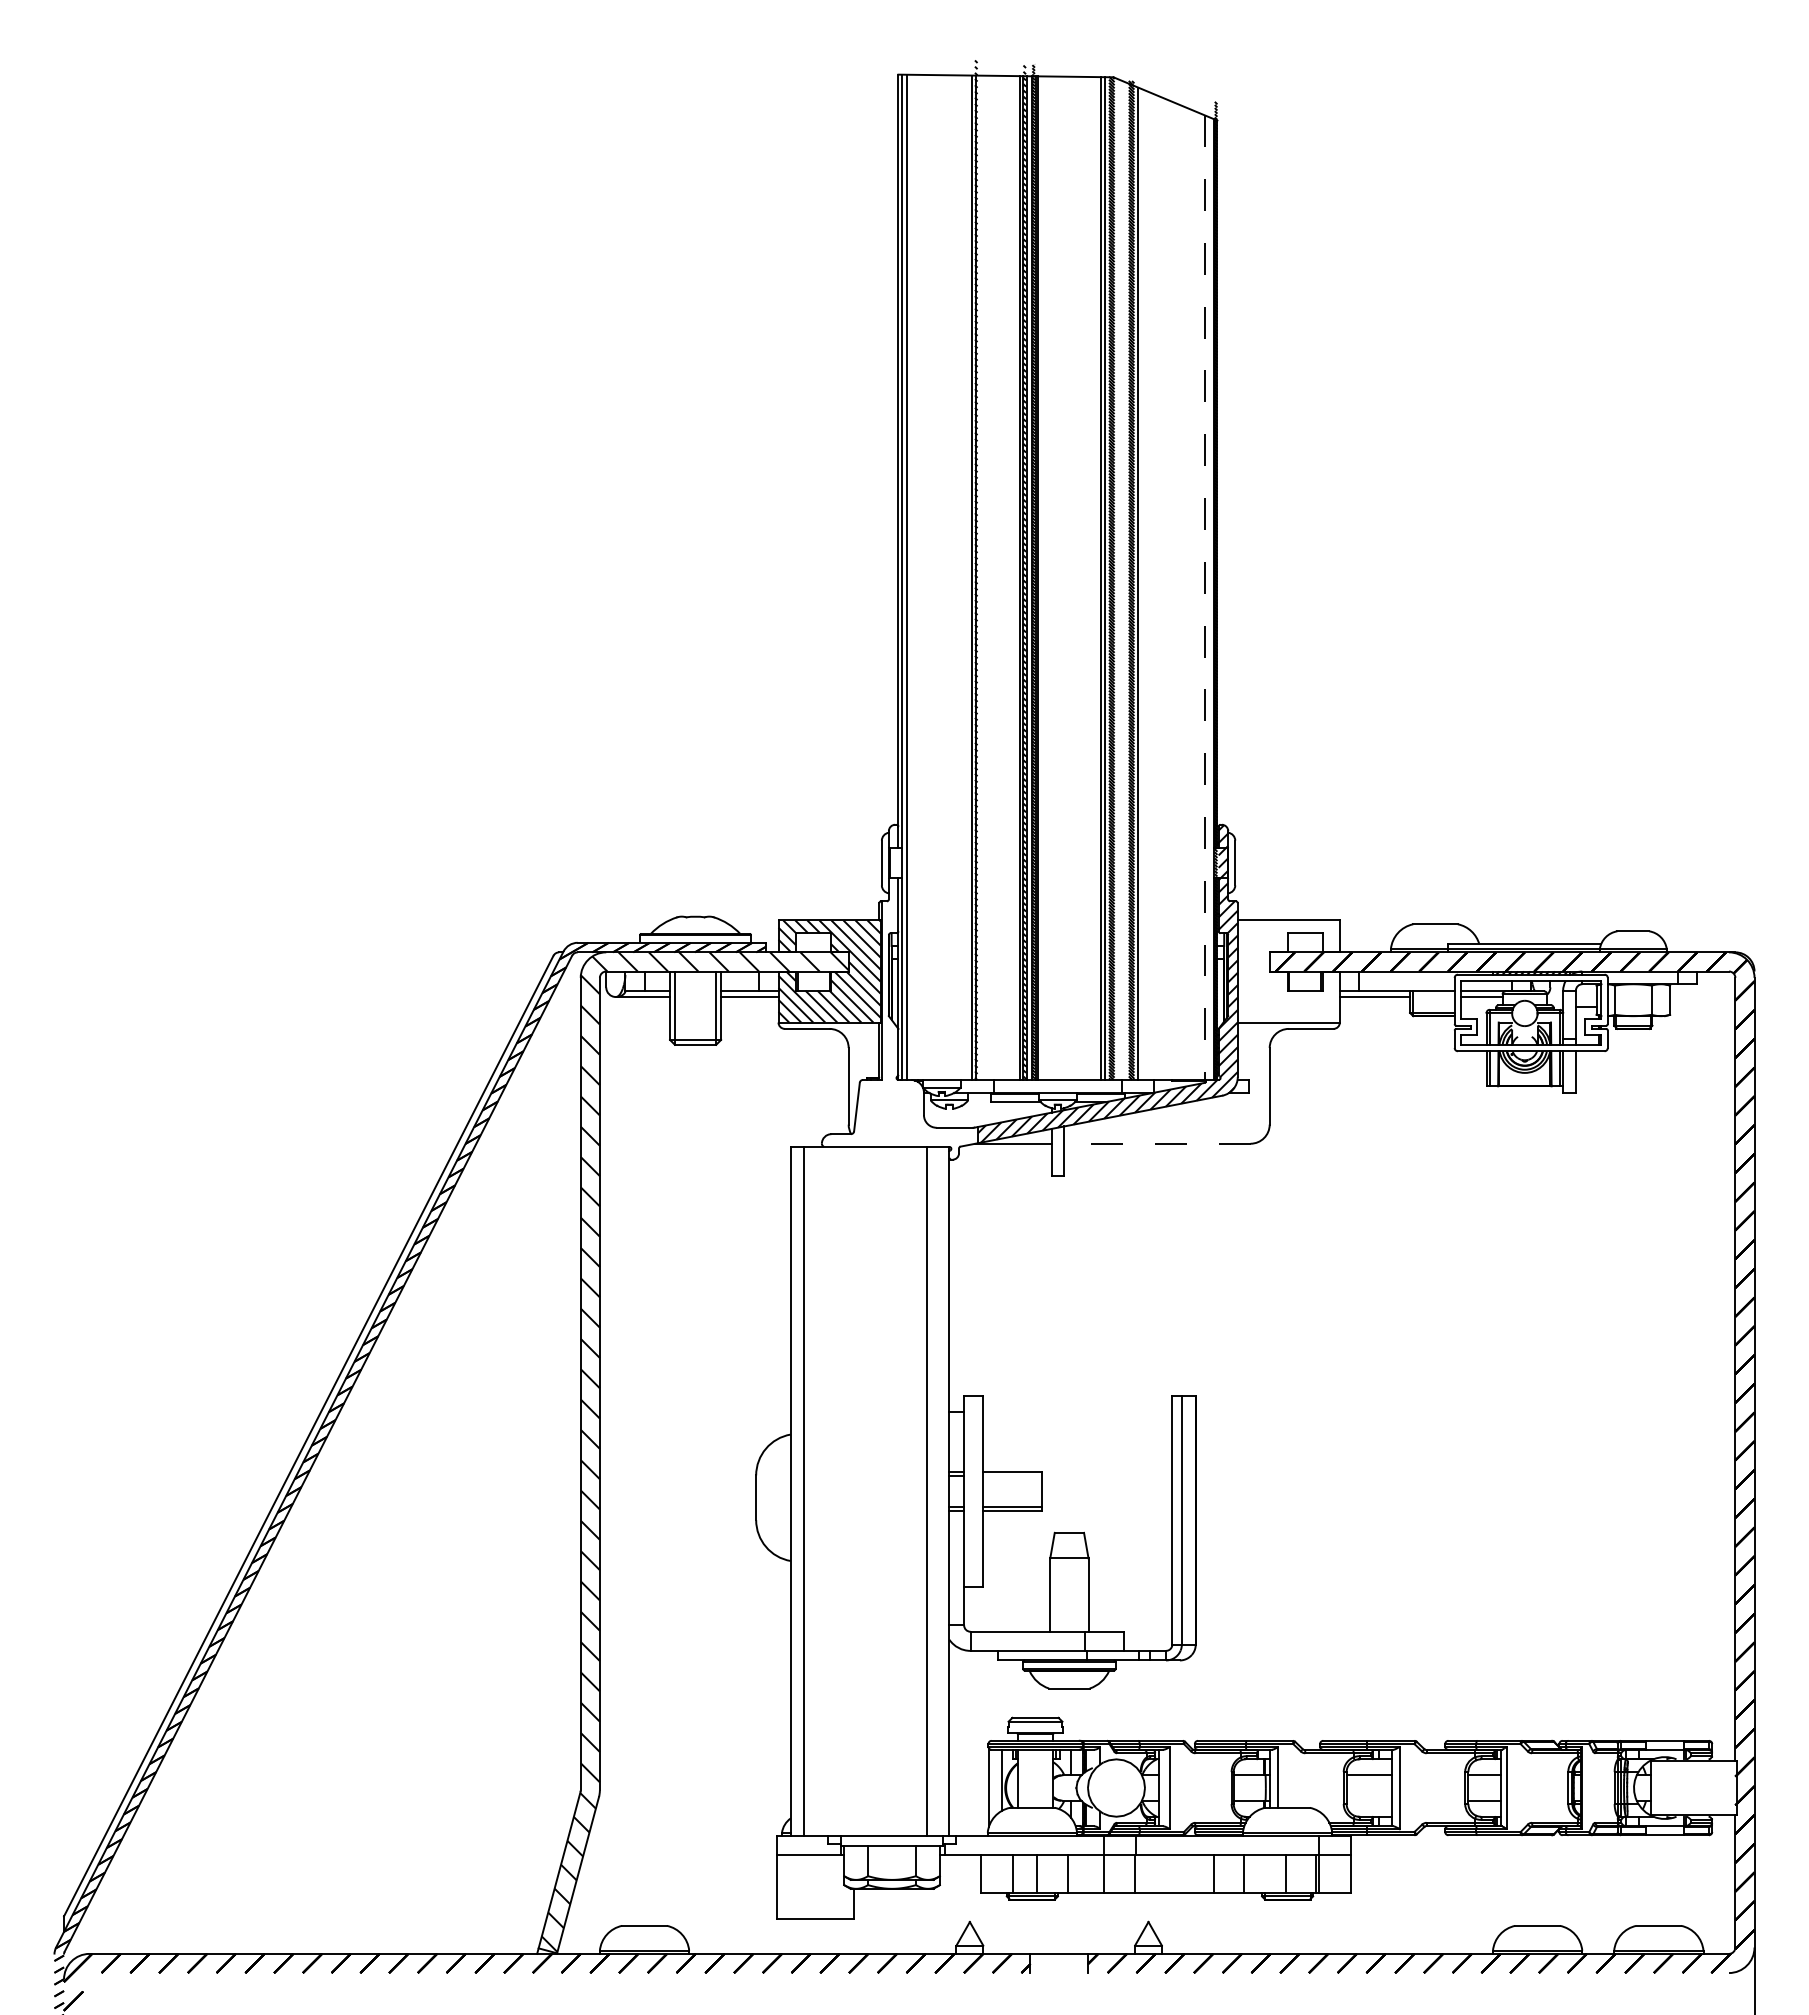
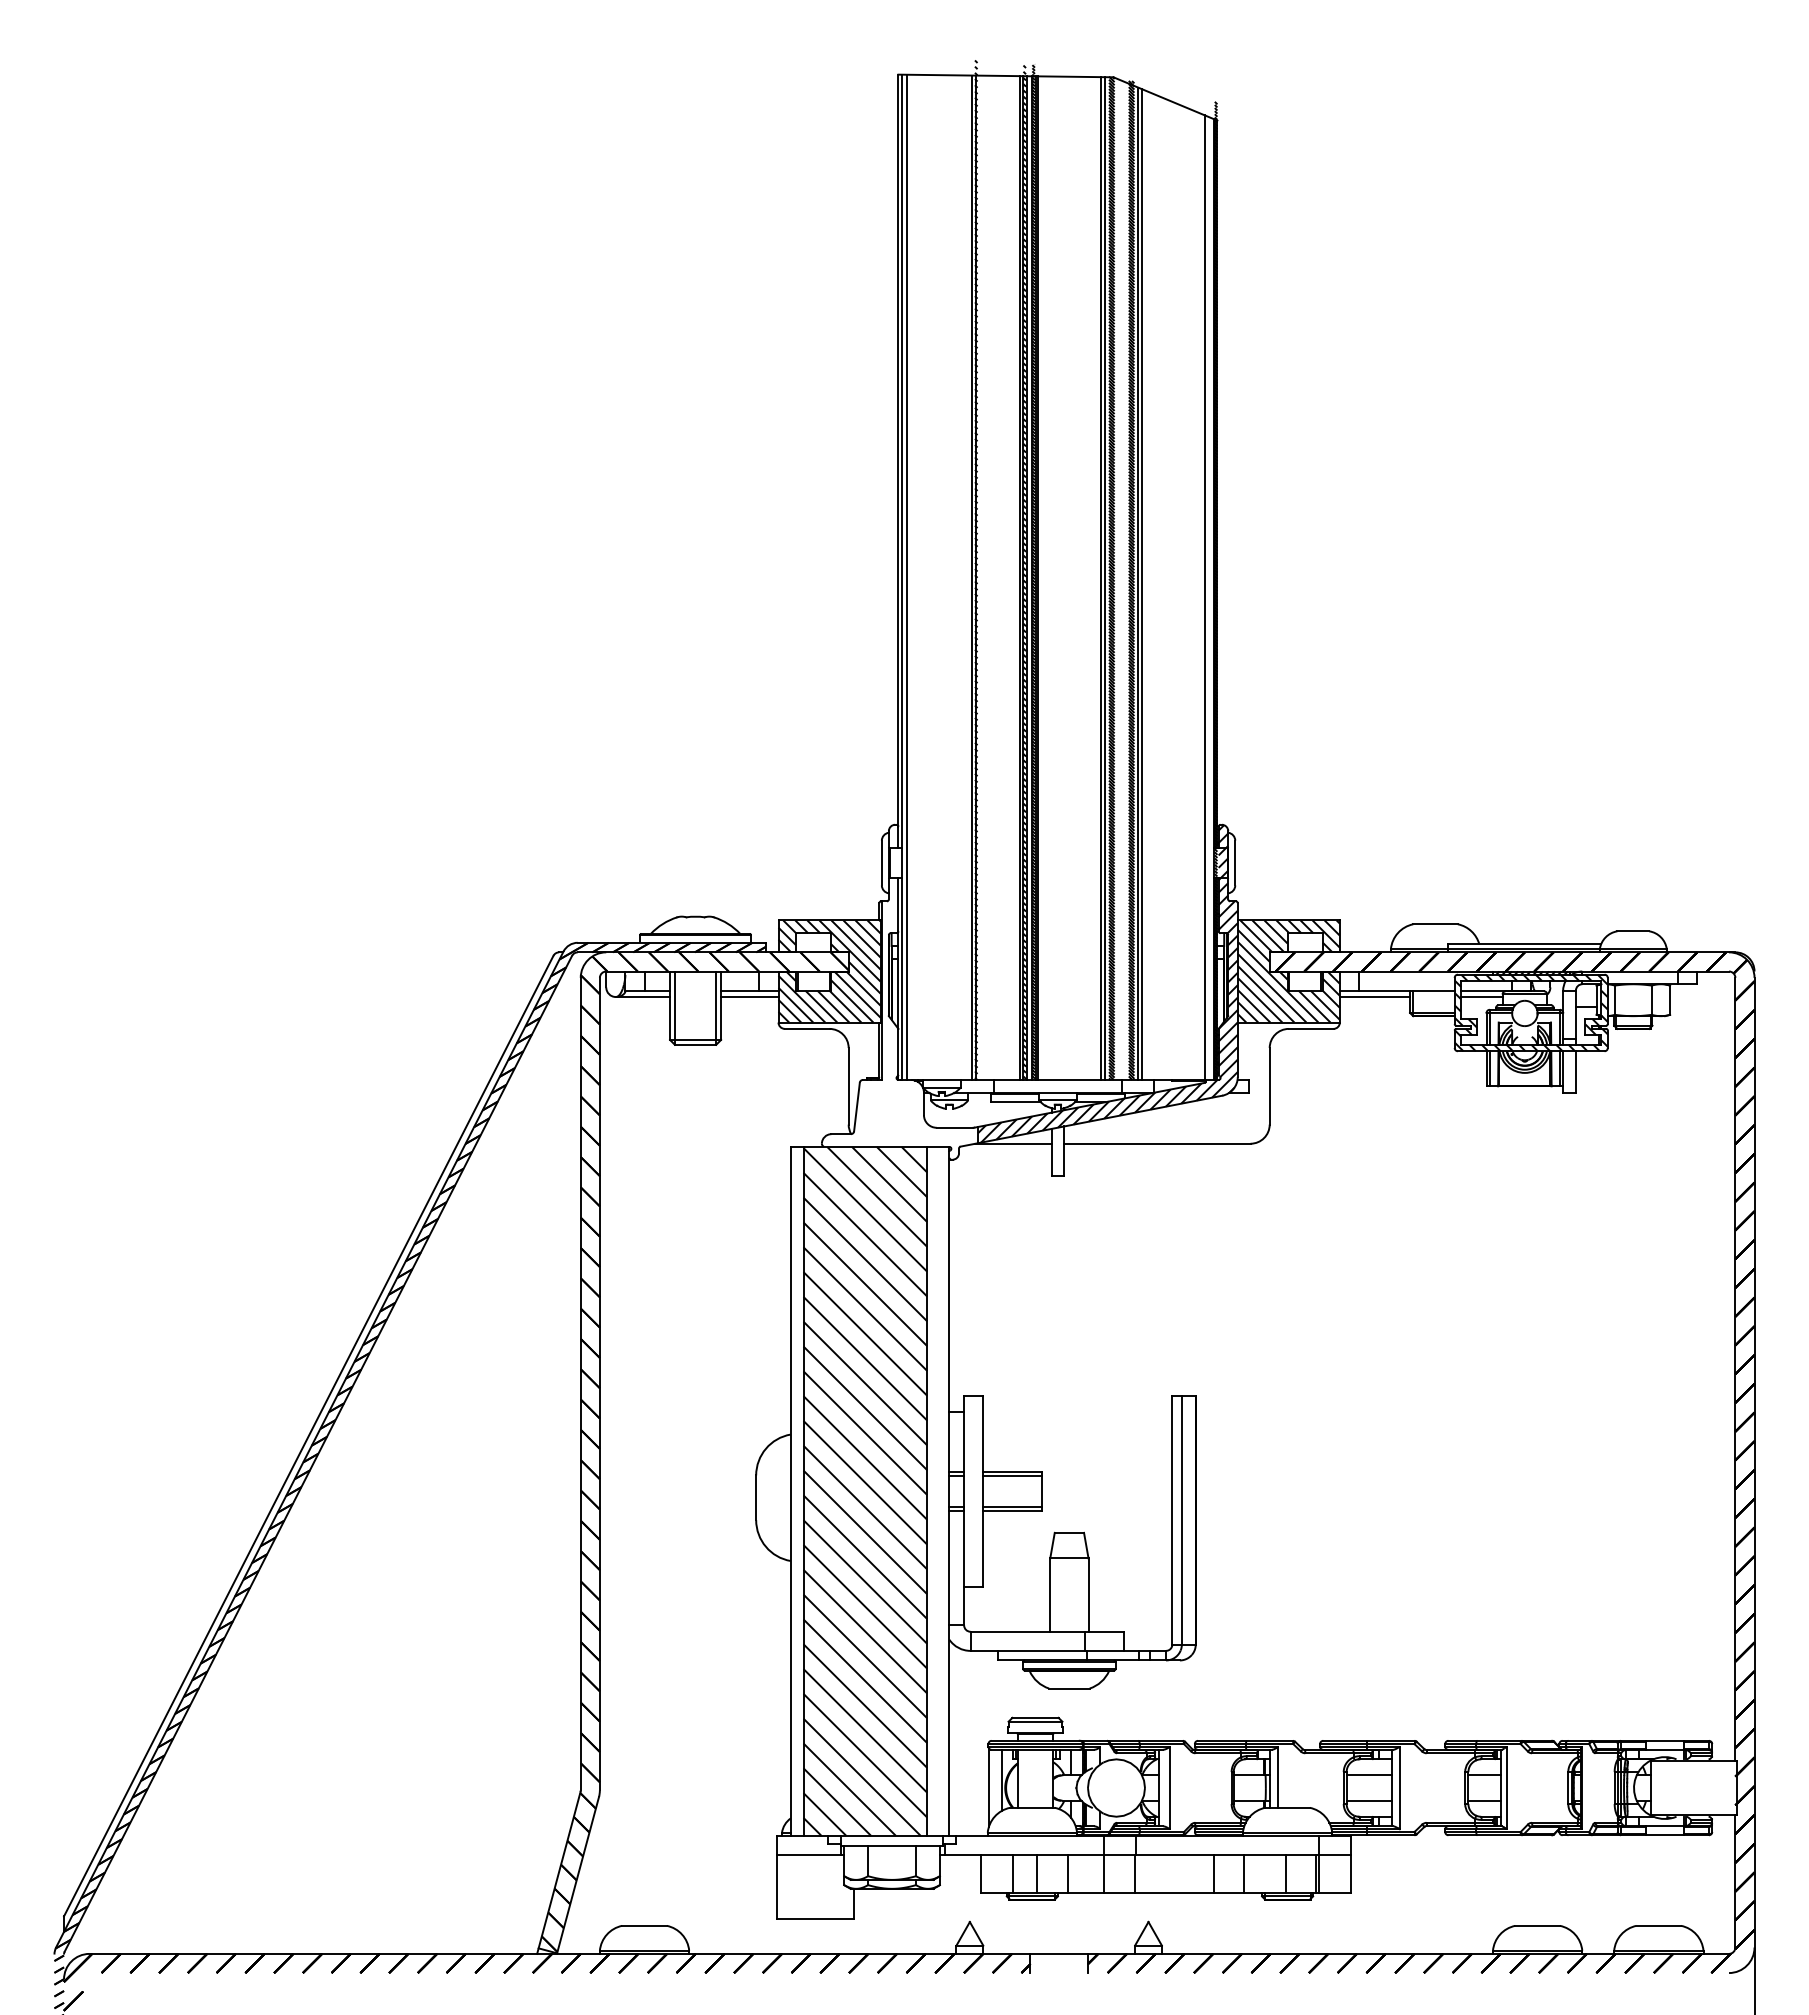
line at (1142, 584): none -> present
line at (1204, 598): dashed -> solid
hatch at (1288, 971): none -> present
hatch at (1530, 1012): none -> present
line at (1156, 1143): dashed -> solid
hatch at (694, 1452): none -> present
line at (1012, 1475): none -> present
hatch at (865, 1490): none -> present
line at (1368, 1800): none -> present
